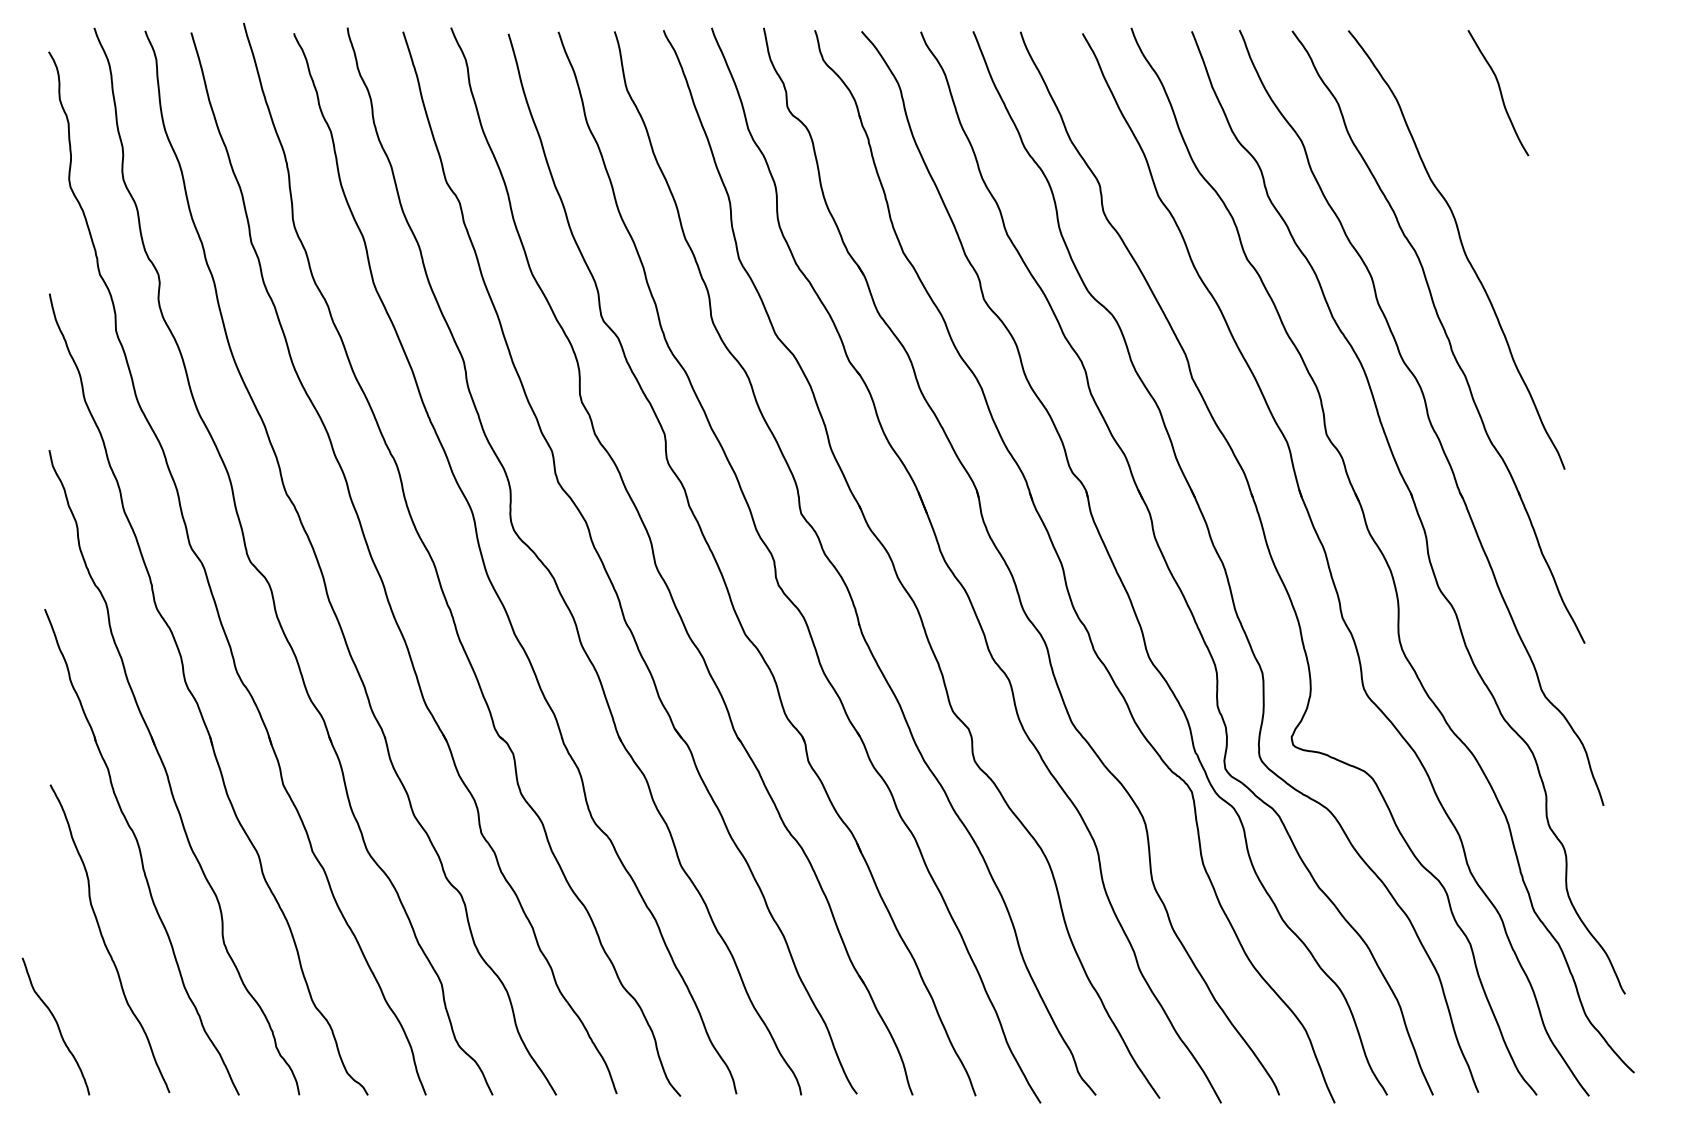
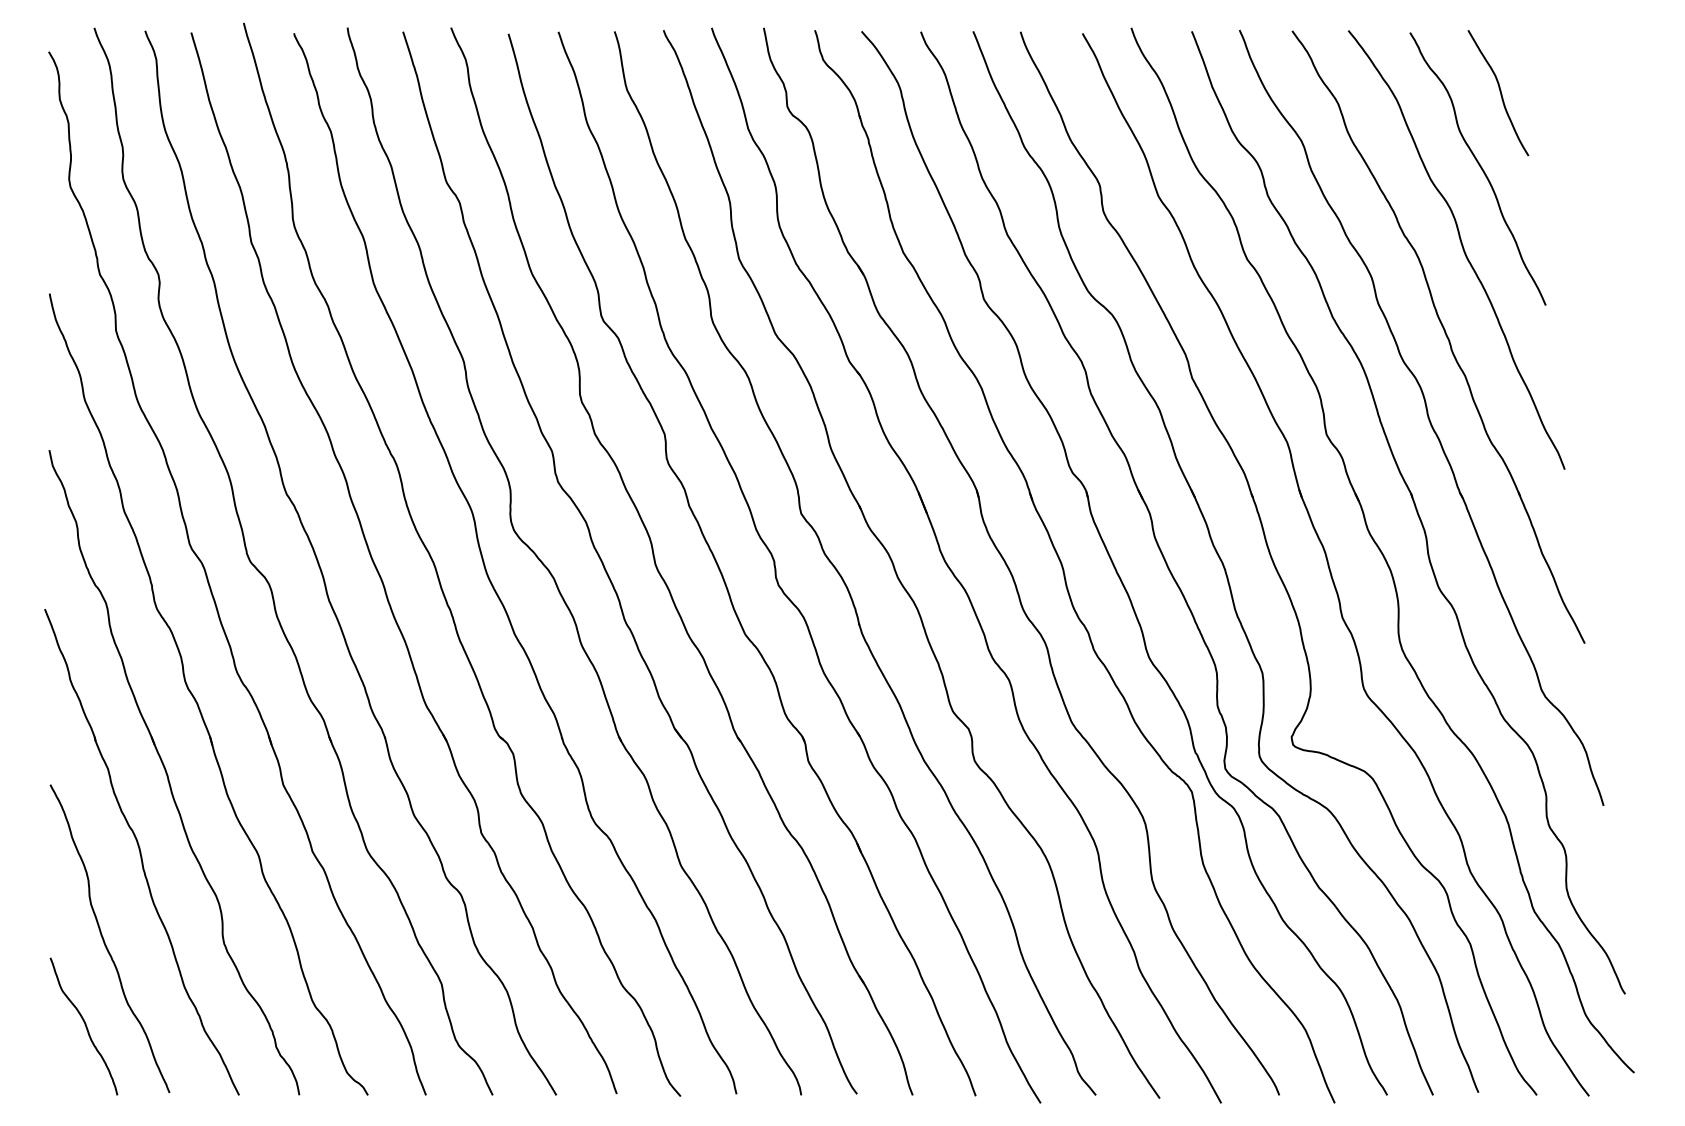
curve at (1479, 166): none -> present
curve at (57, 1026) position: (57, 1026) -> (85, 1026)
